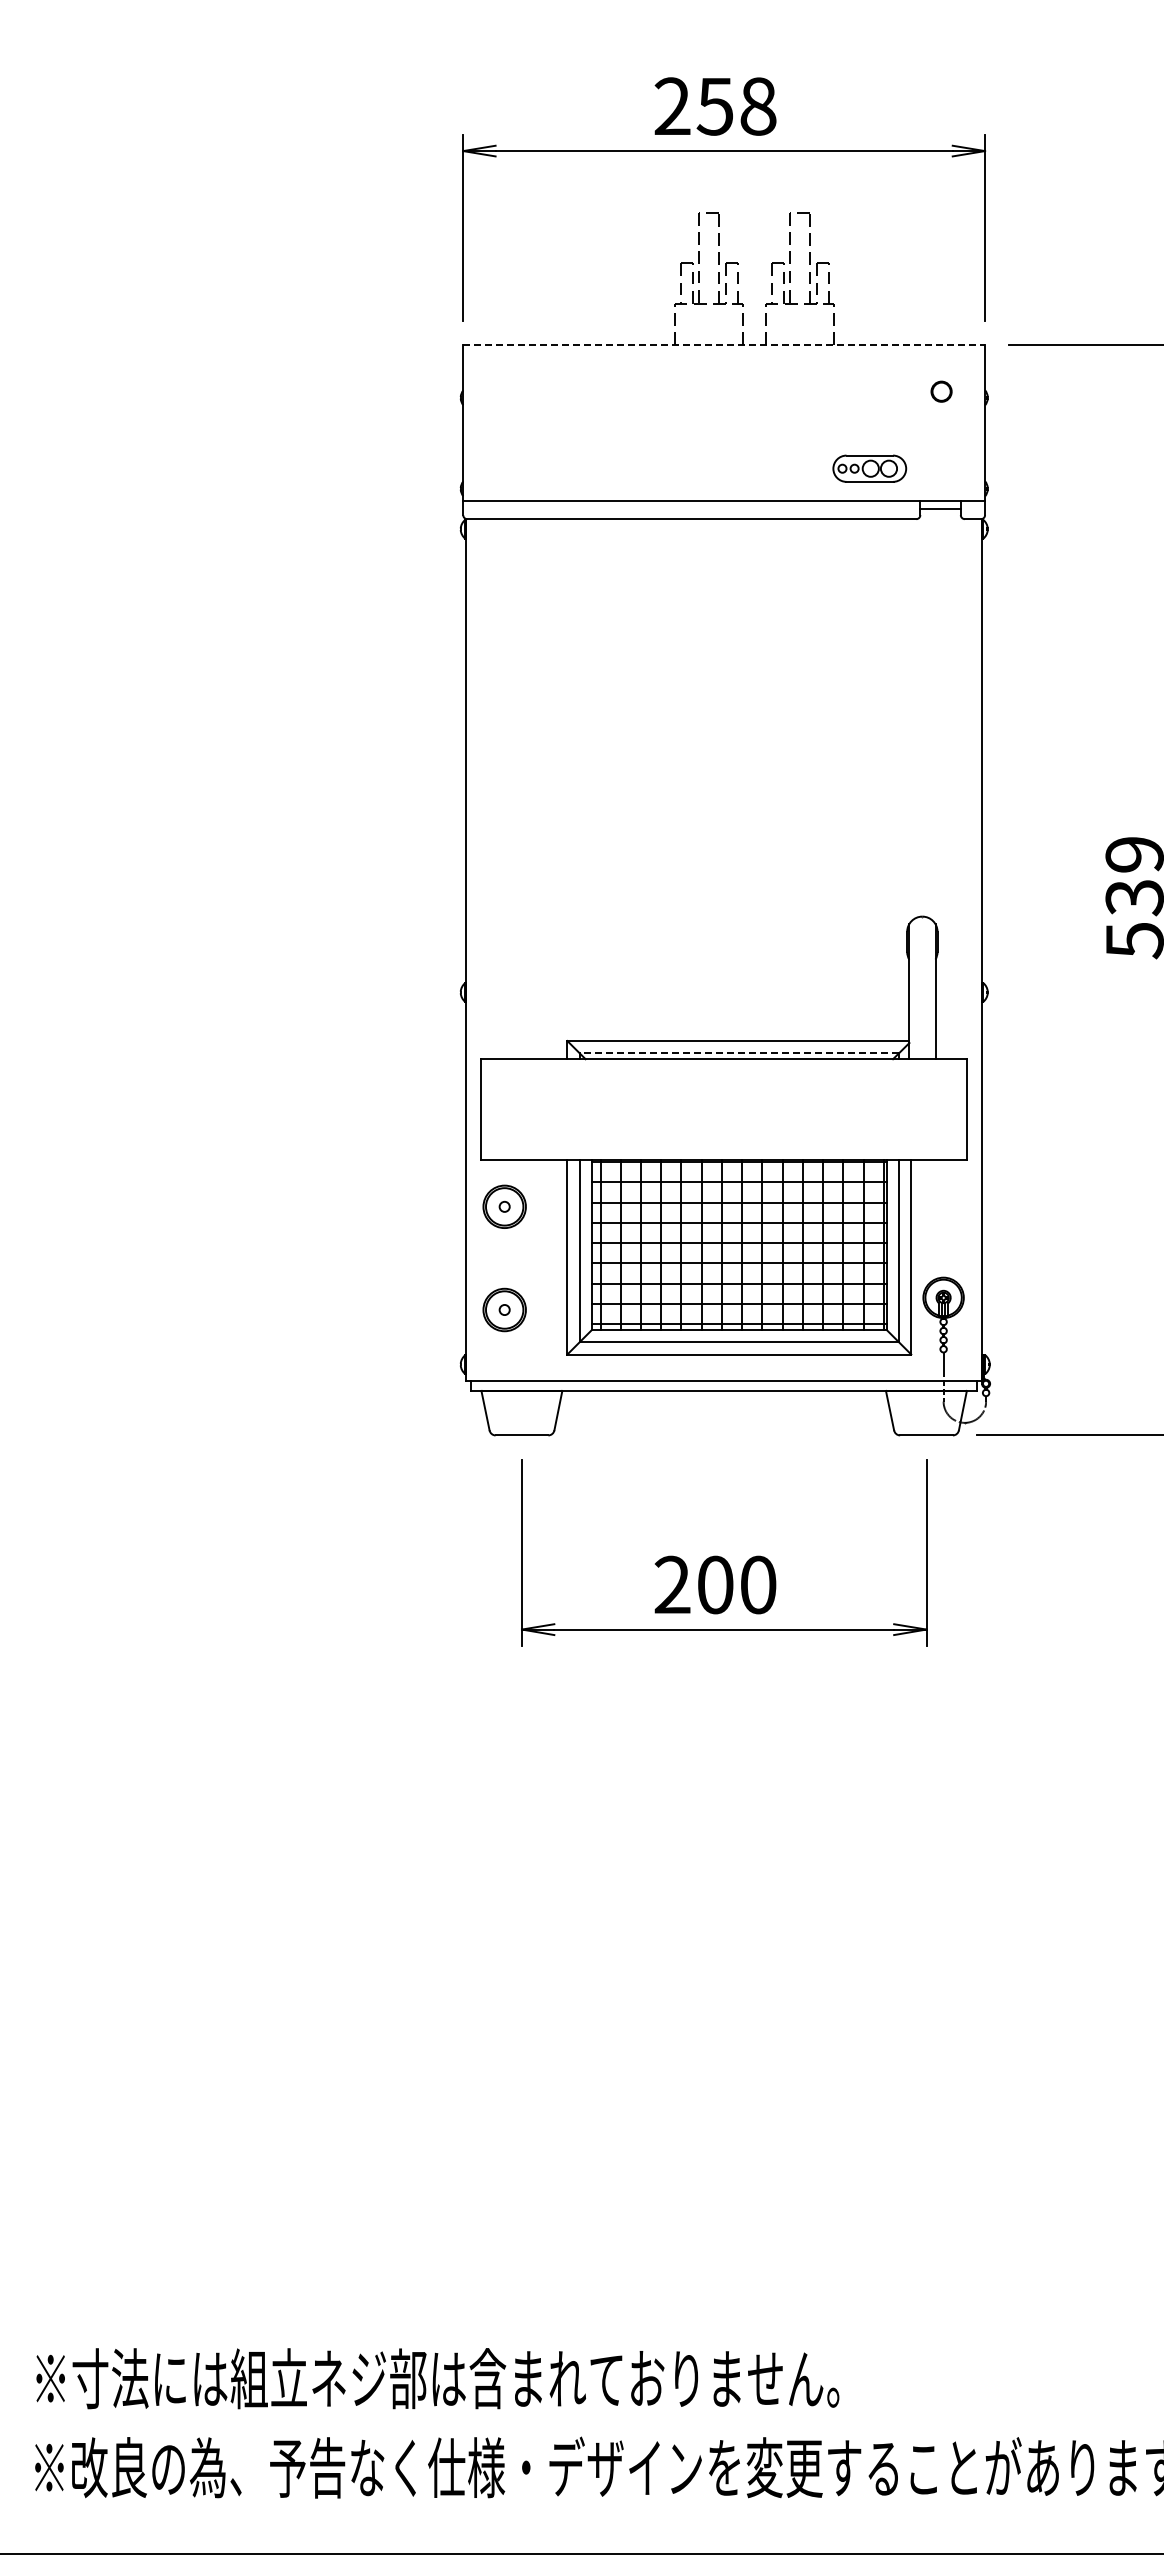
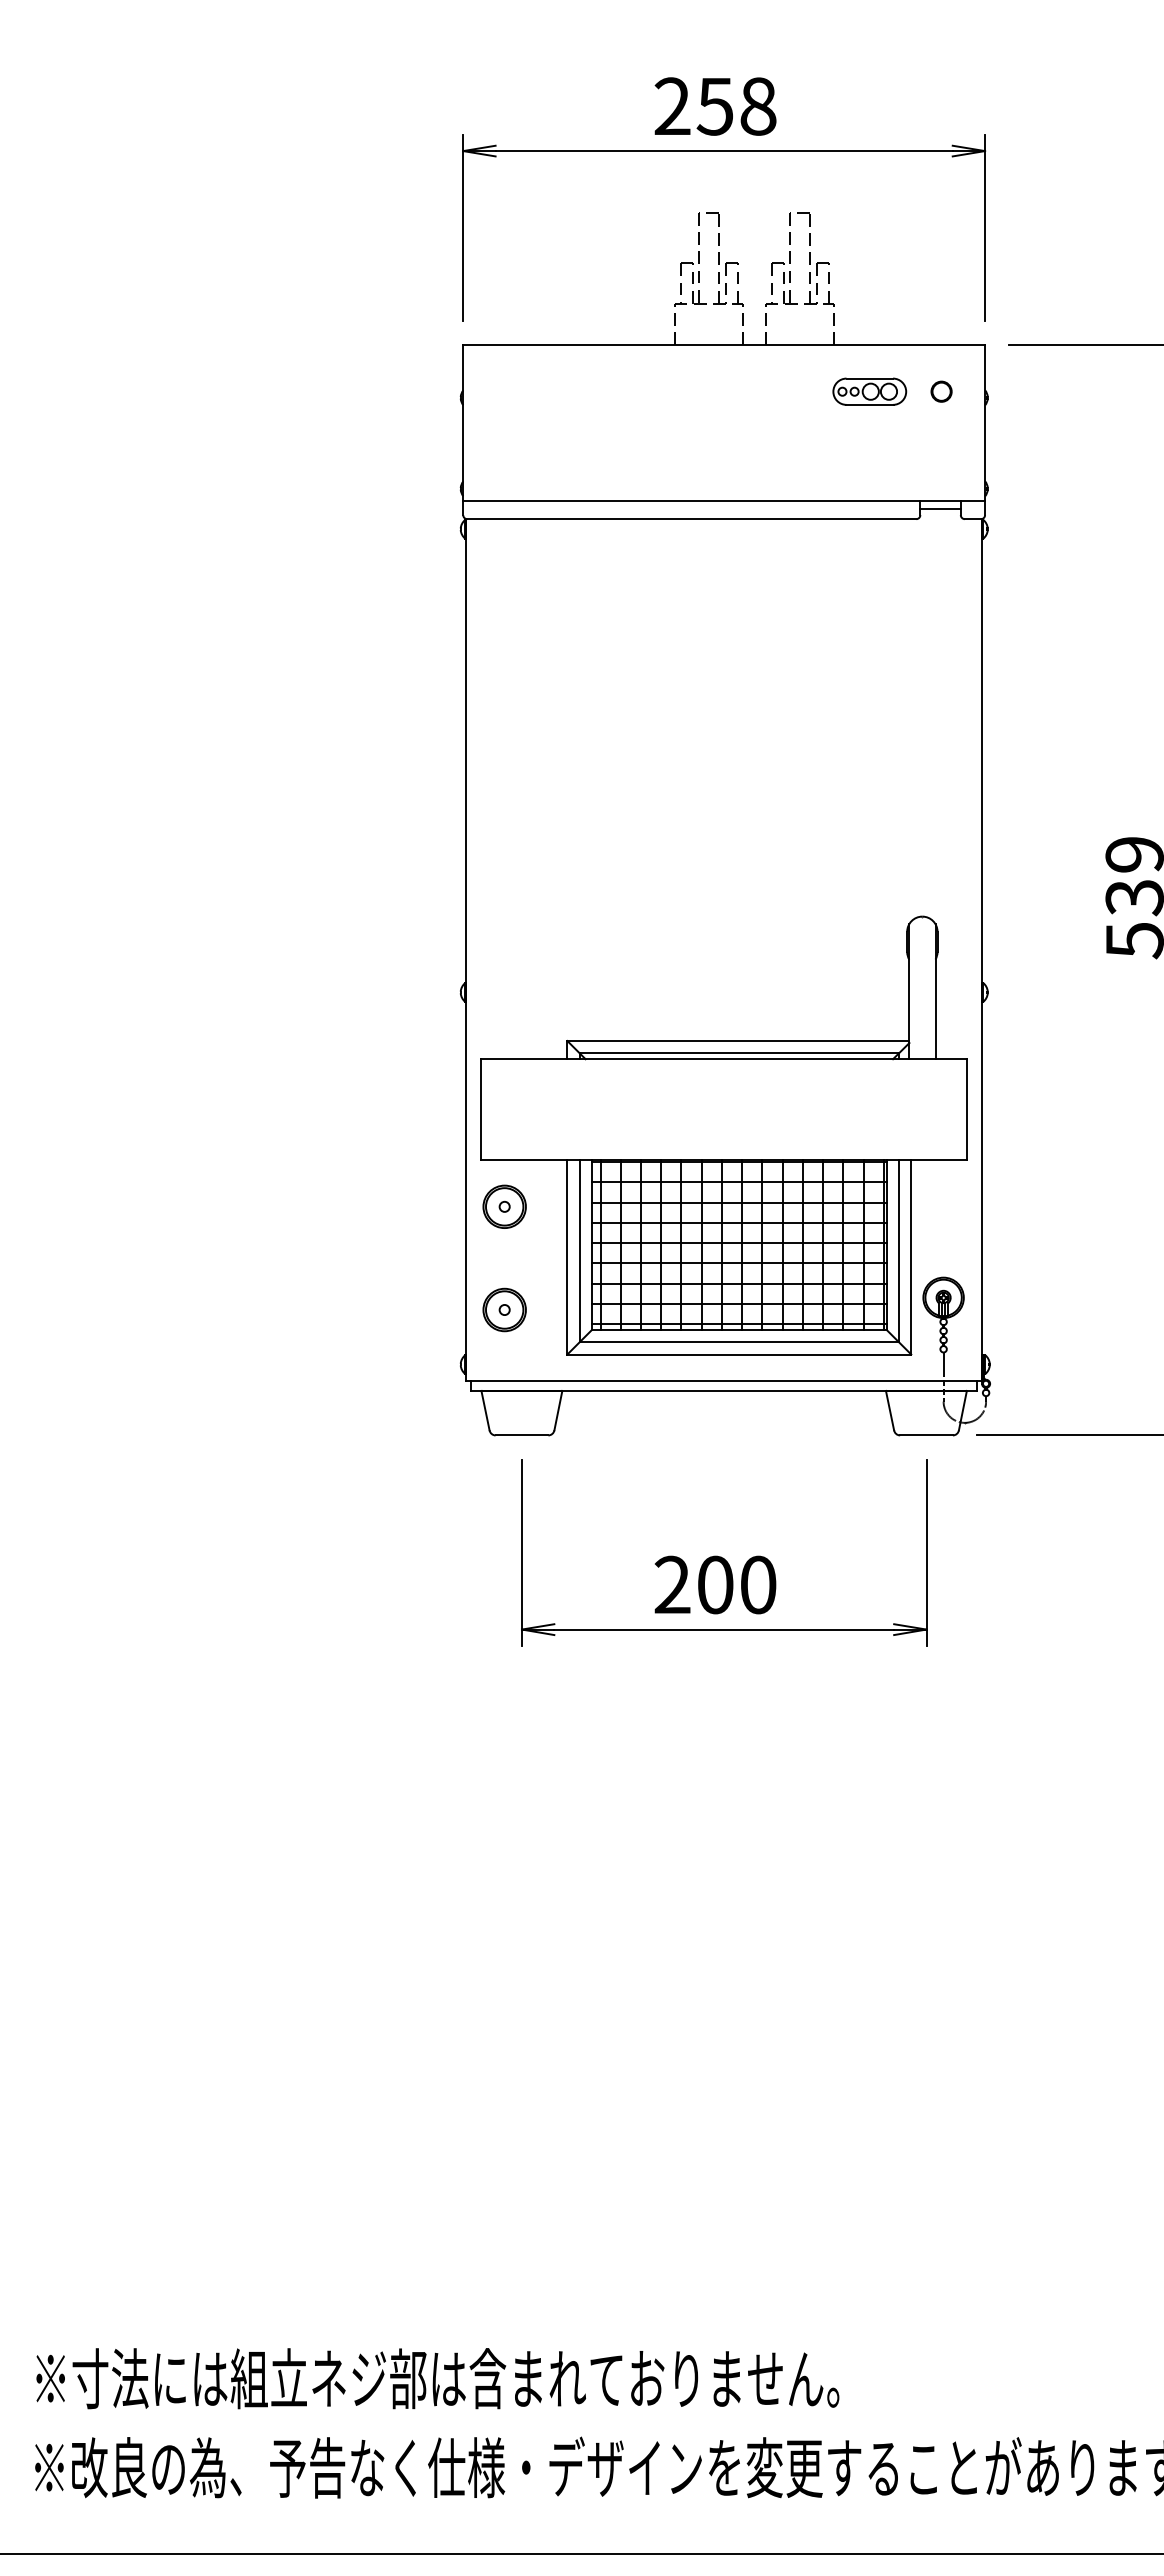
line at (724, 345): dashed -> solid
part at (869, 468) position: (869, 468) -> (869, 391)
line at (739, 1053): dashed -> solid
